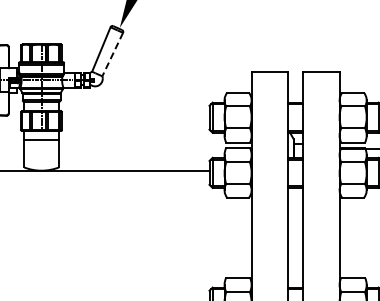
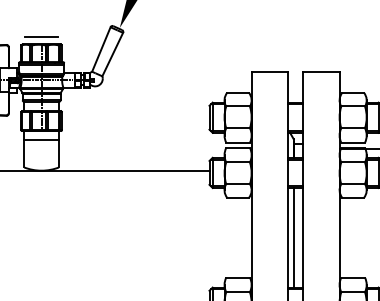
line at (41, 37): none -> present
line at (112, 55): dashed -> solid
line at (293, 237): none -> present
